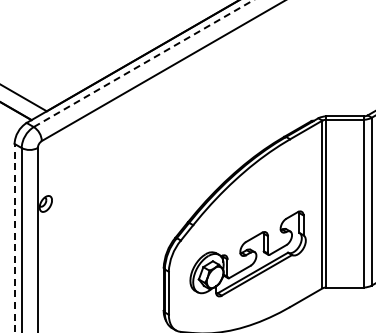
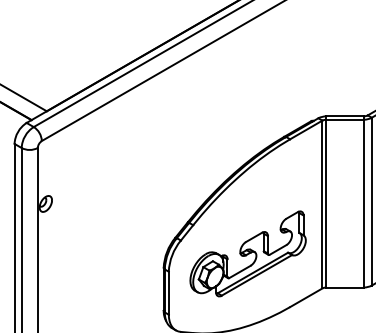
line at (143, 63): dashed -> solid
line at (14, 237): dashed -> solid
